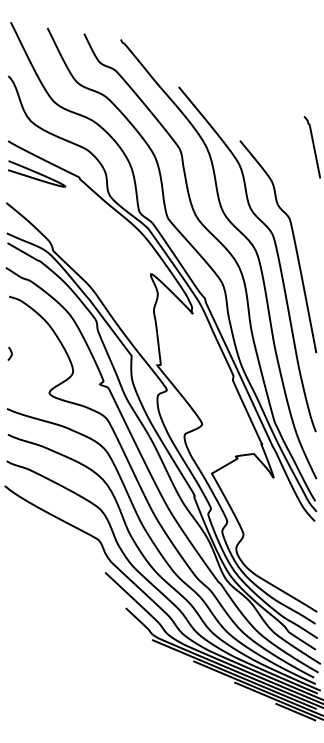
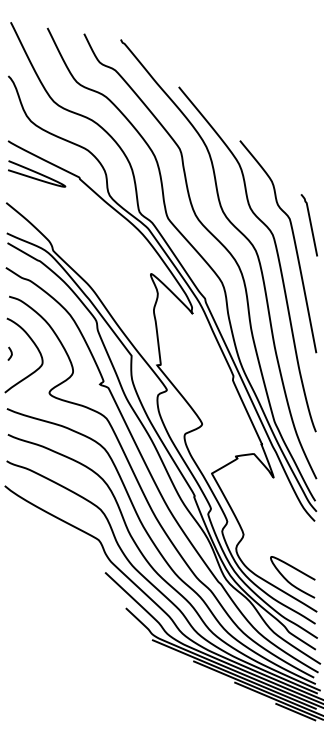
curve at (313, 147) position: (313, 147) -> (310, 225)
curve at (36, 348): none -> present
curve at (288, 580): none -> present
